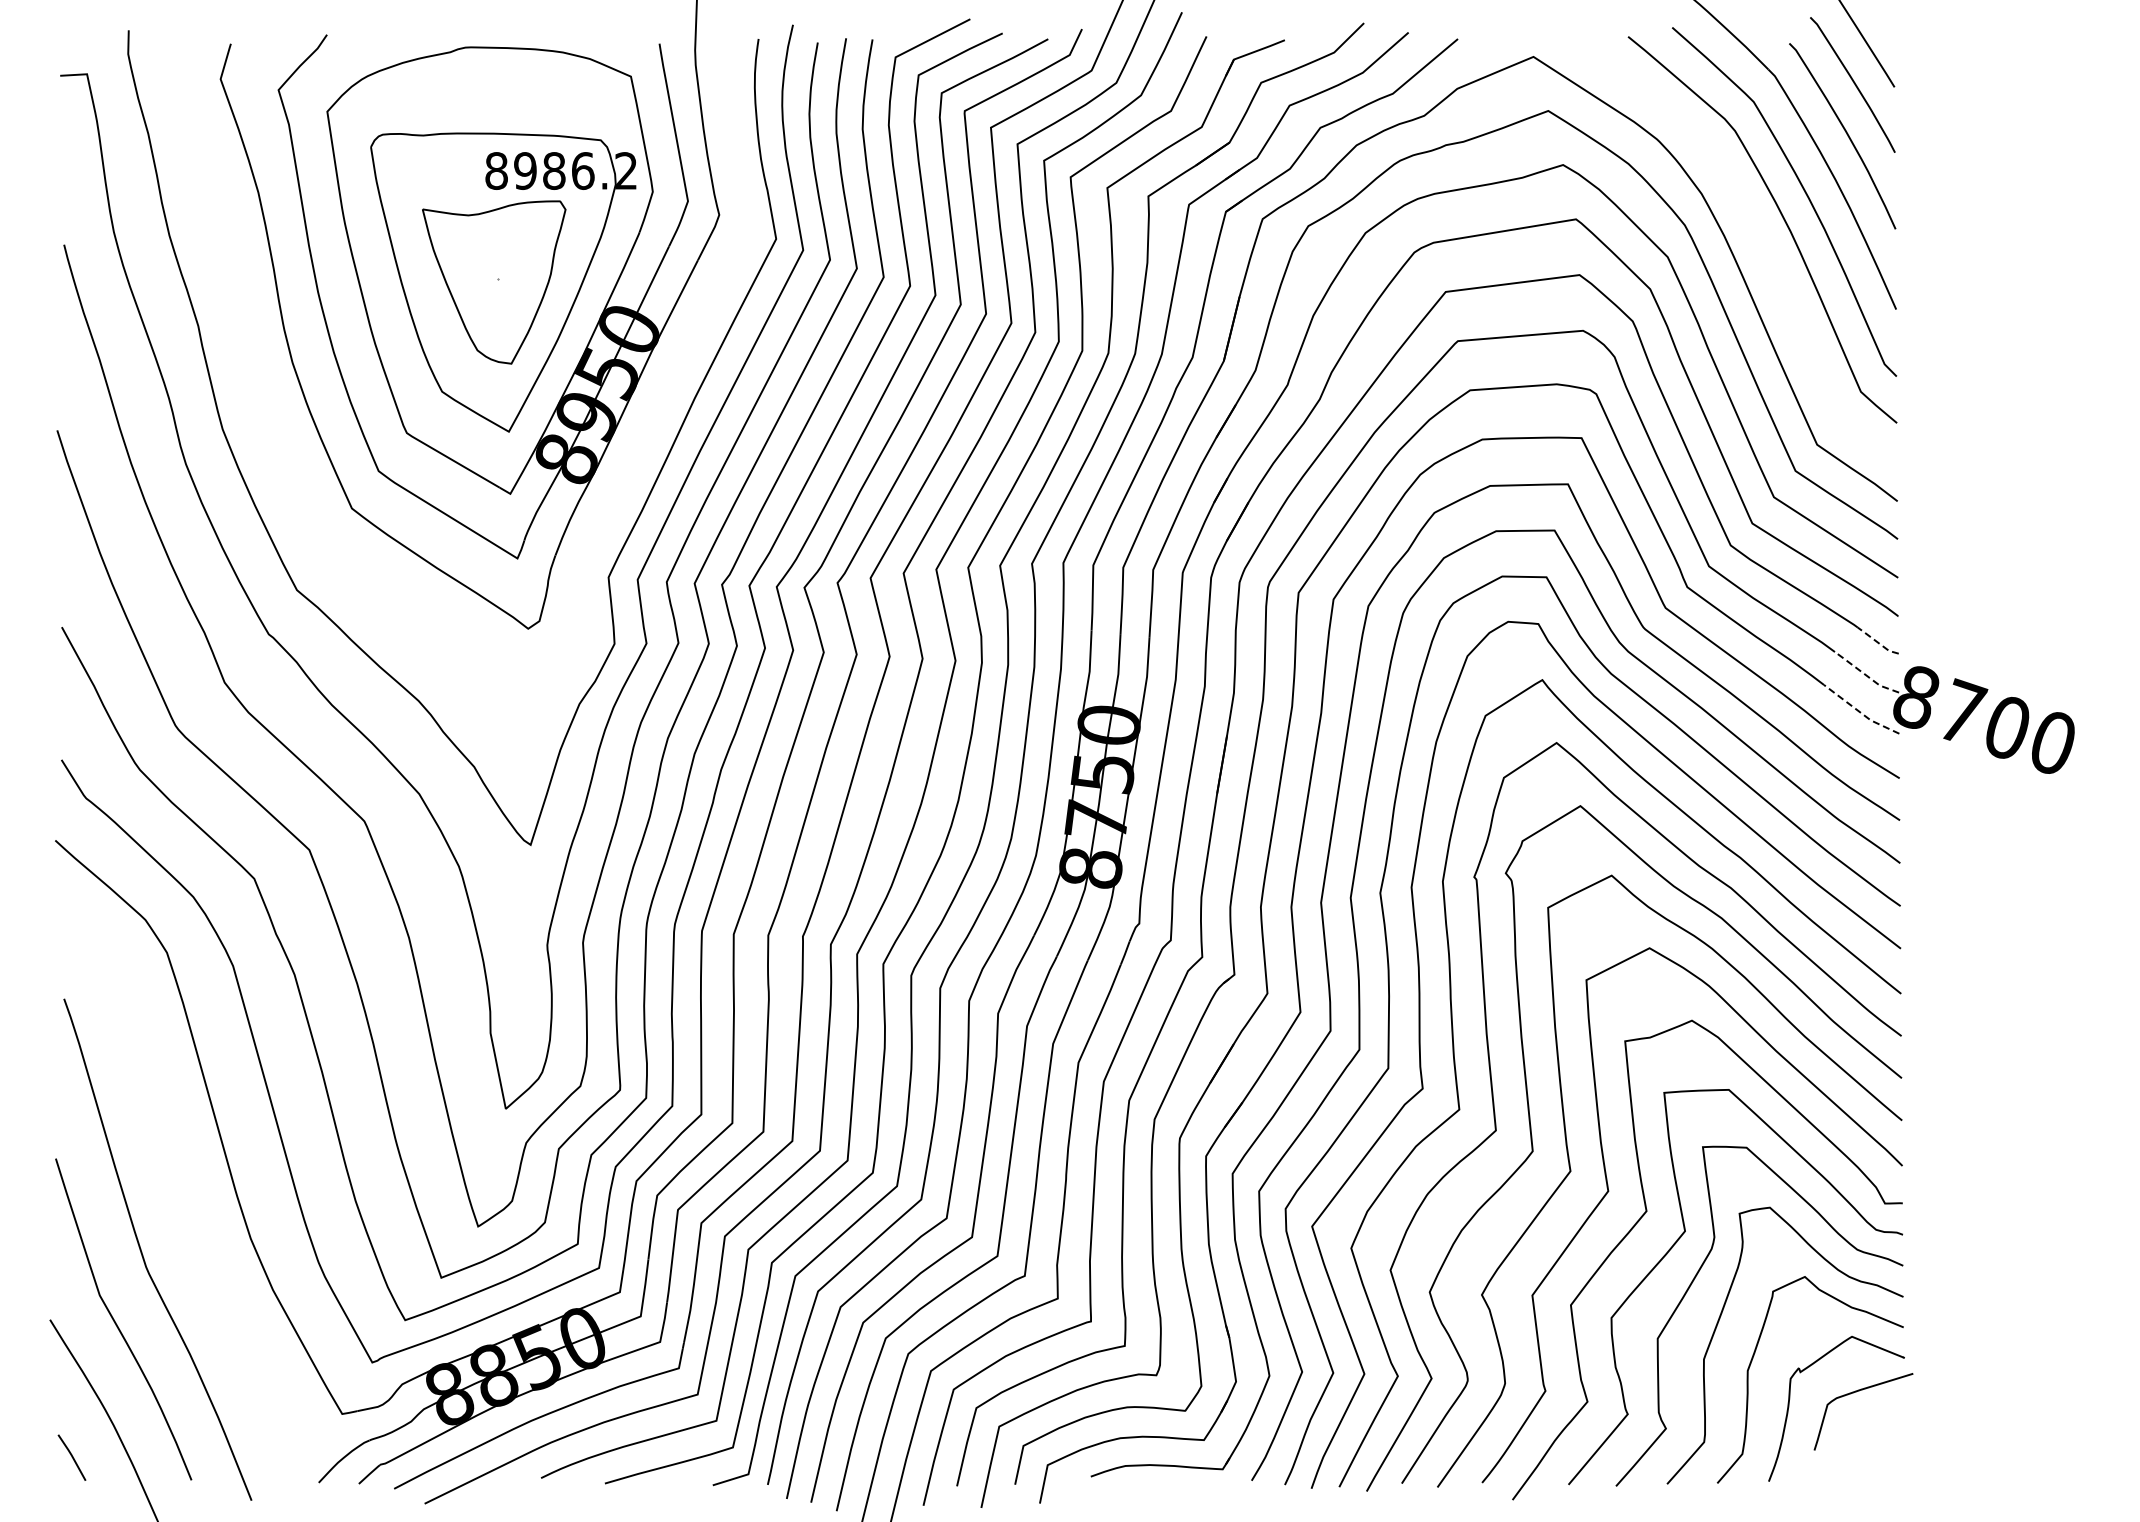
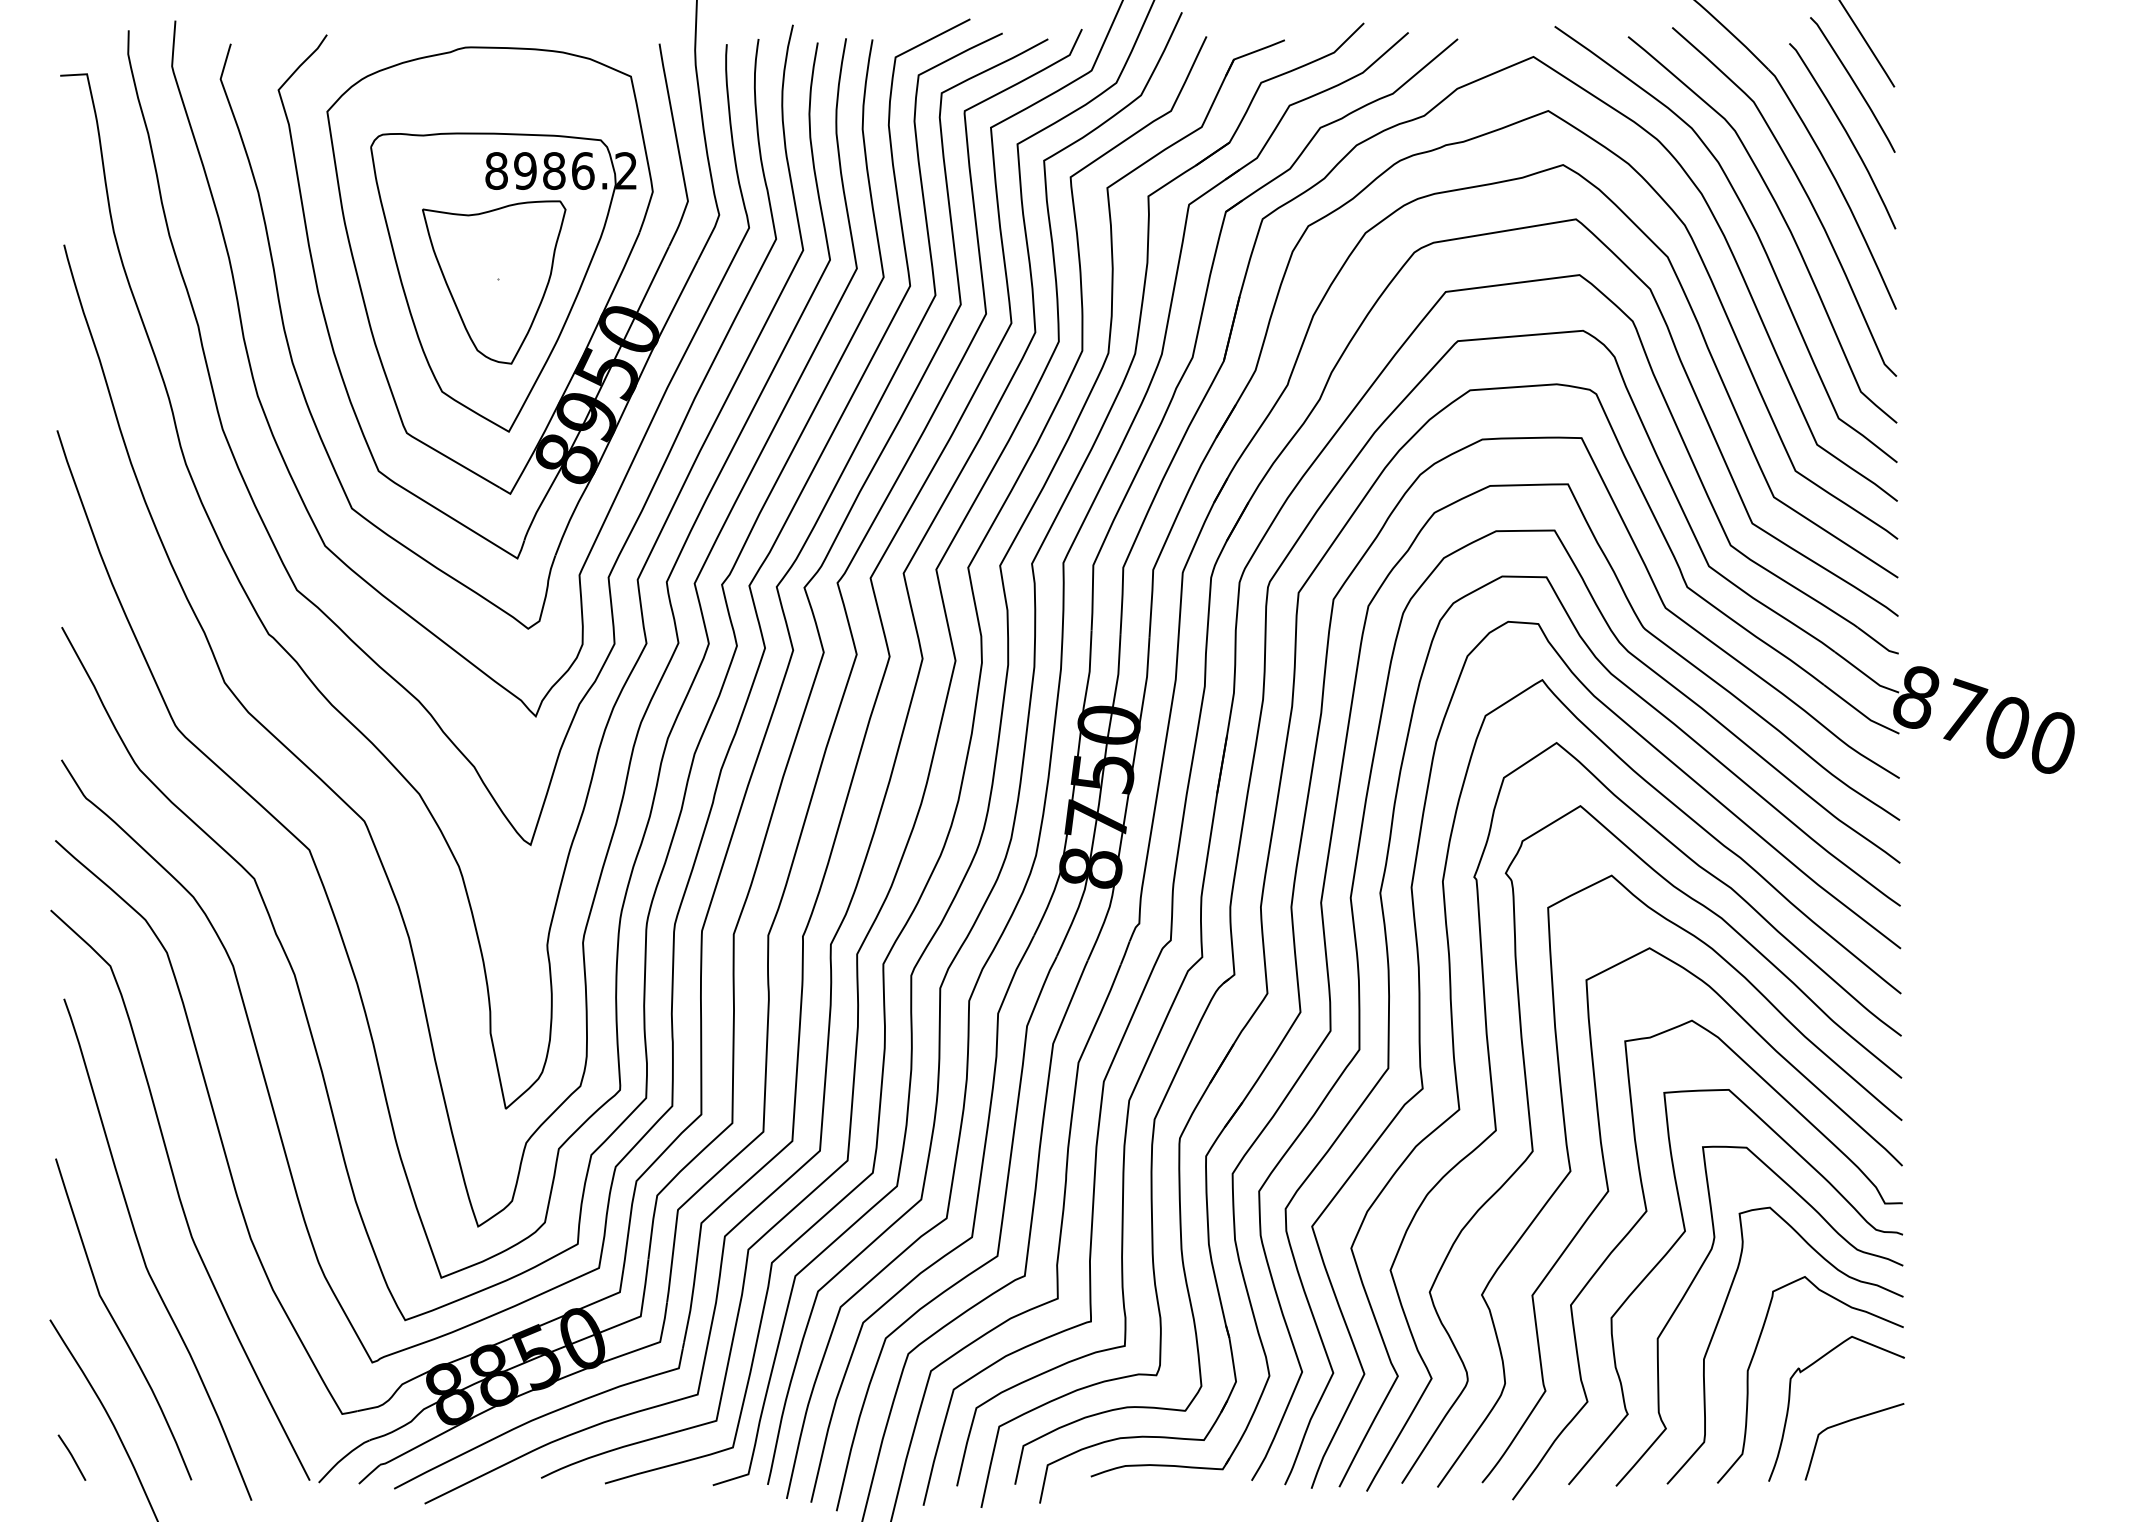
curve at (1752, 227): none -> present
curve at (636, 450): none -> present
line at (1877, 642): dashed -> solid
line at (1865, 674): dashed -> solid
line at (1860, 712): dashed -> solid
curve at (179, 1194): none -> present
curve at (1856, 1392) position: (1856, 1392) -> (1847, 1422)
